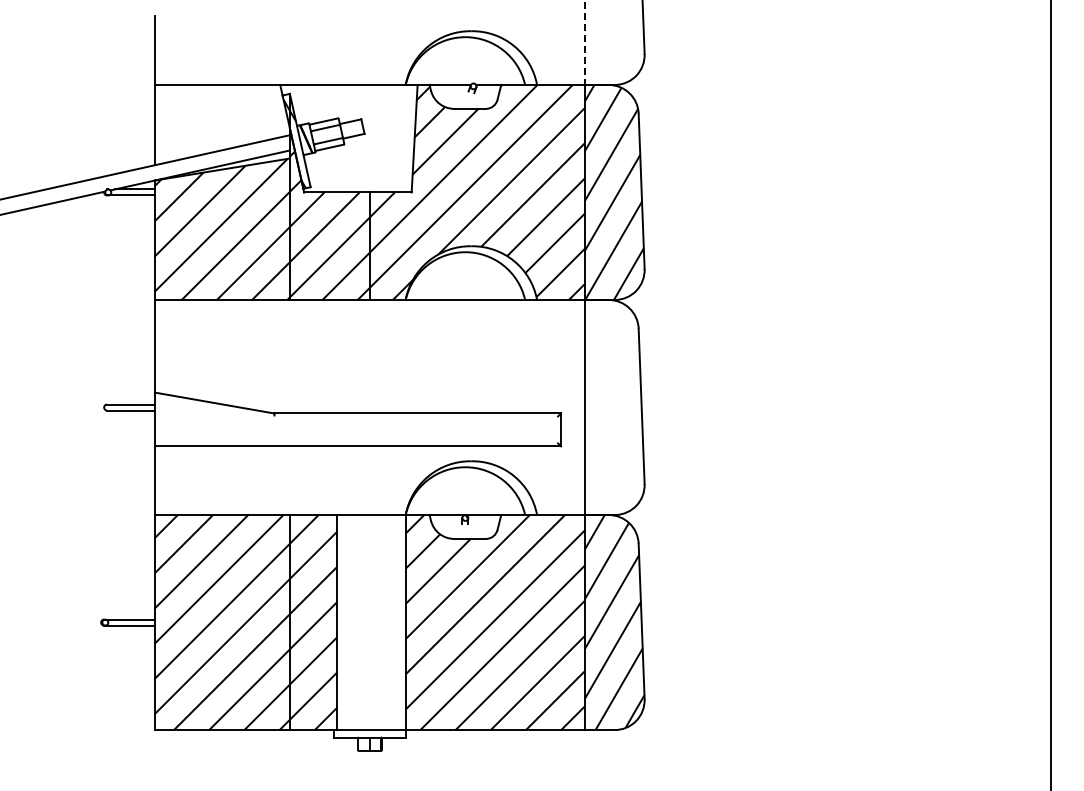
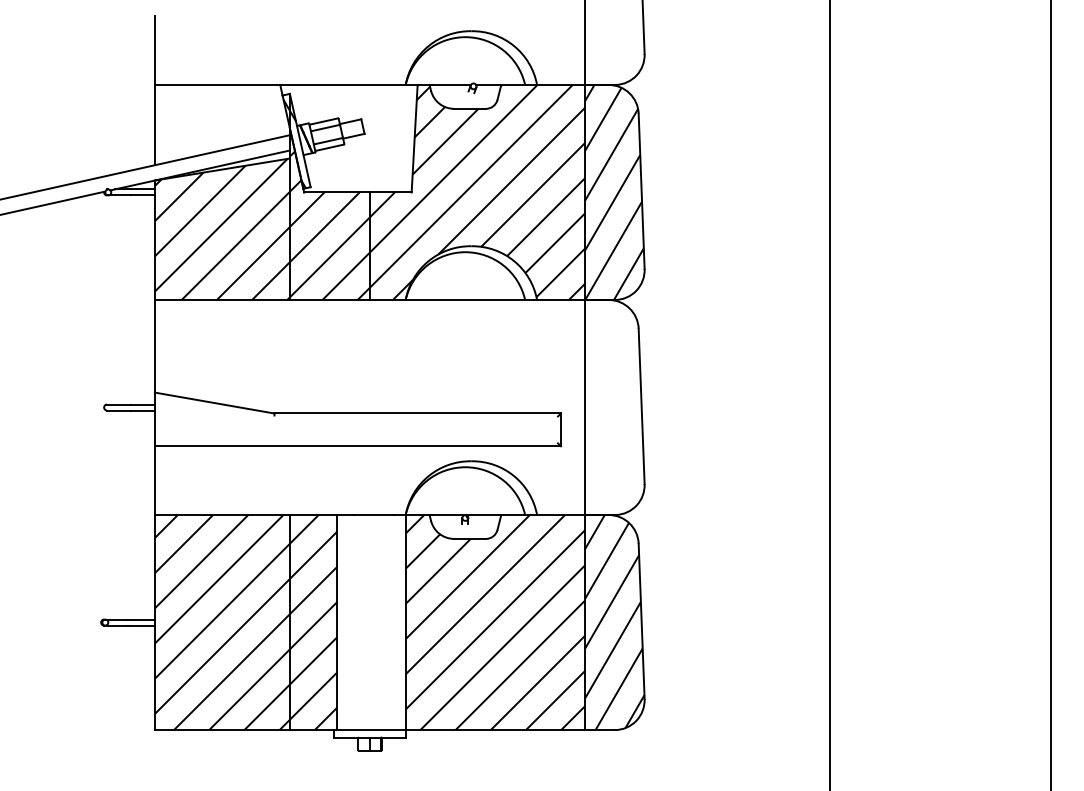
line at (584, 43): dashed -> solid
line at (830, 394): none -> present
